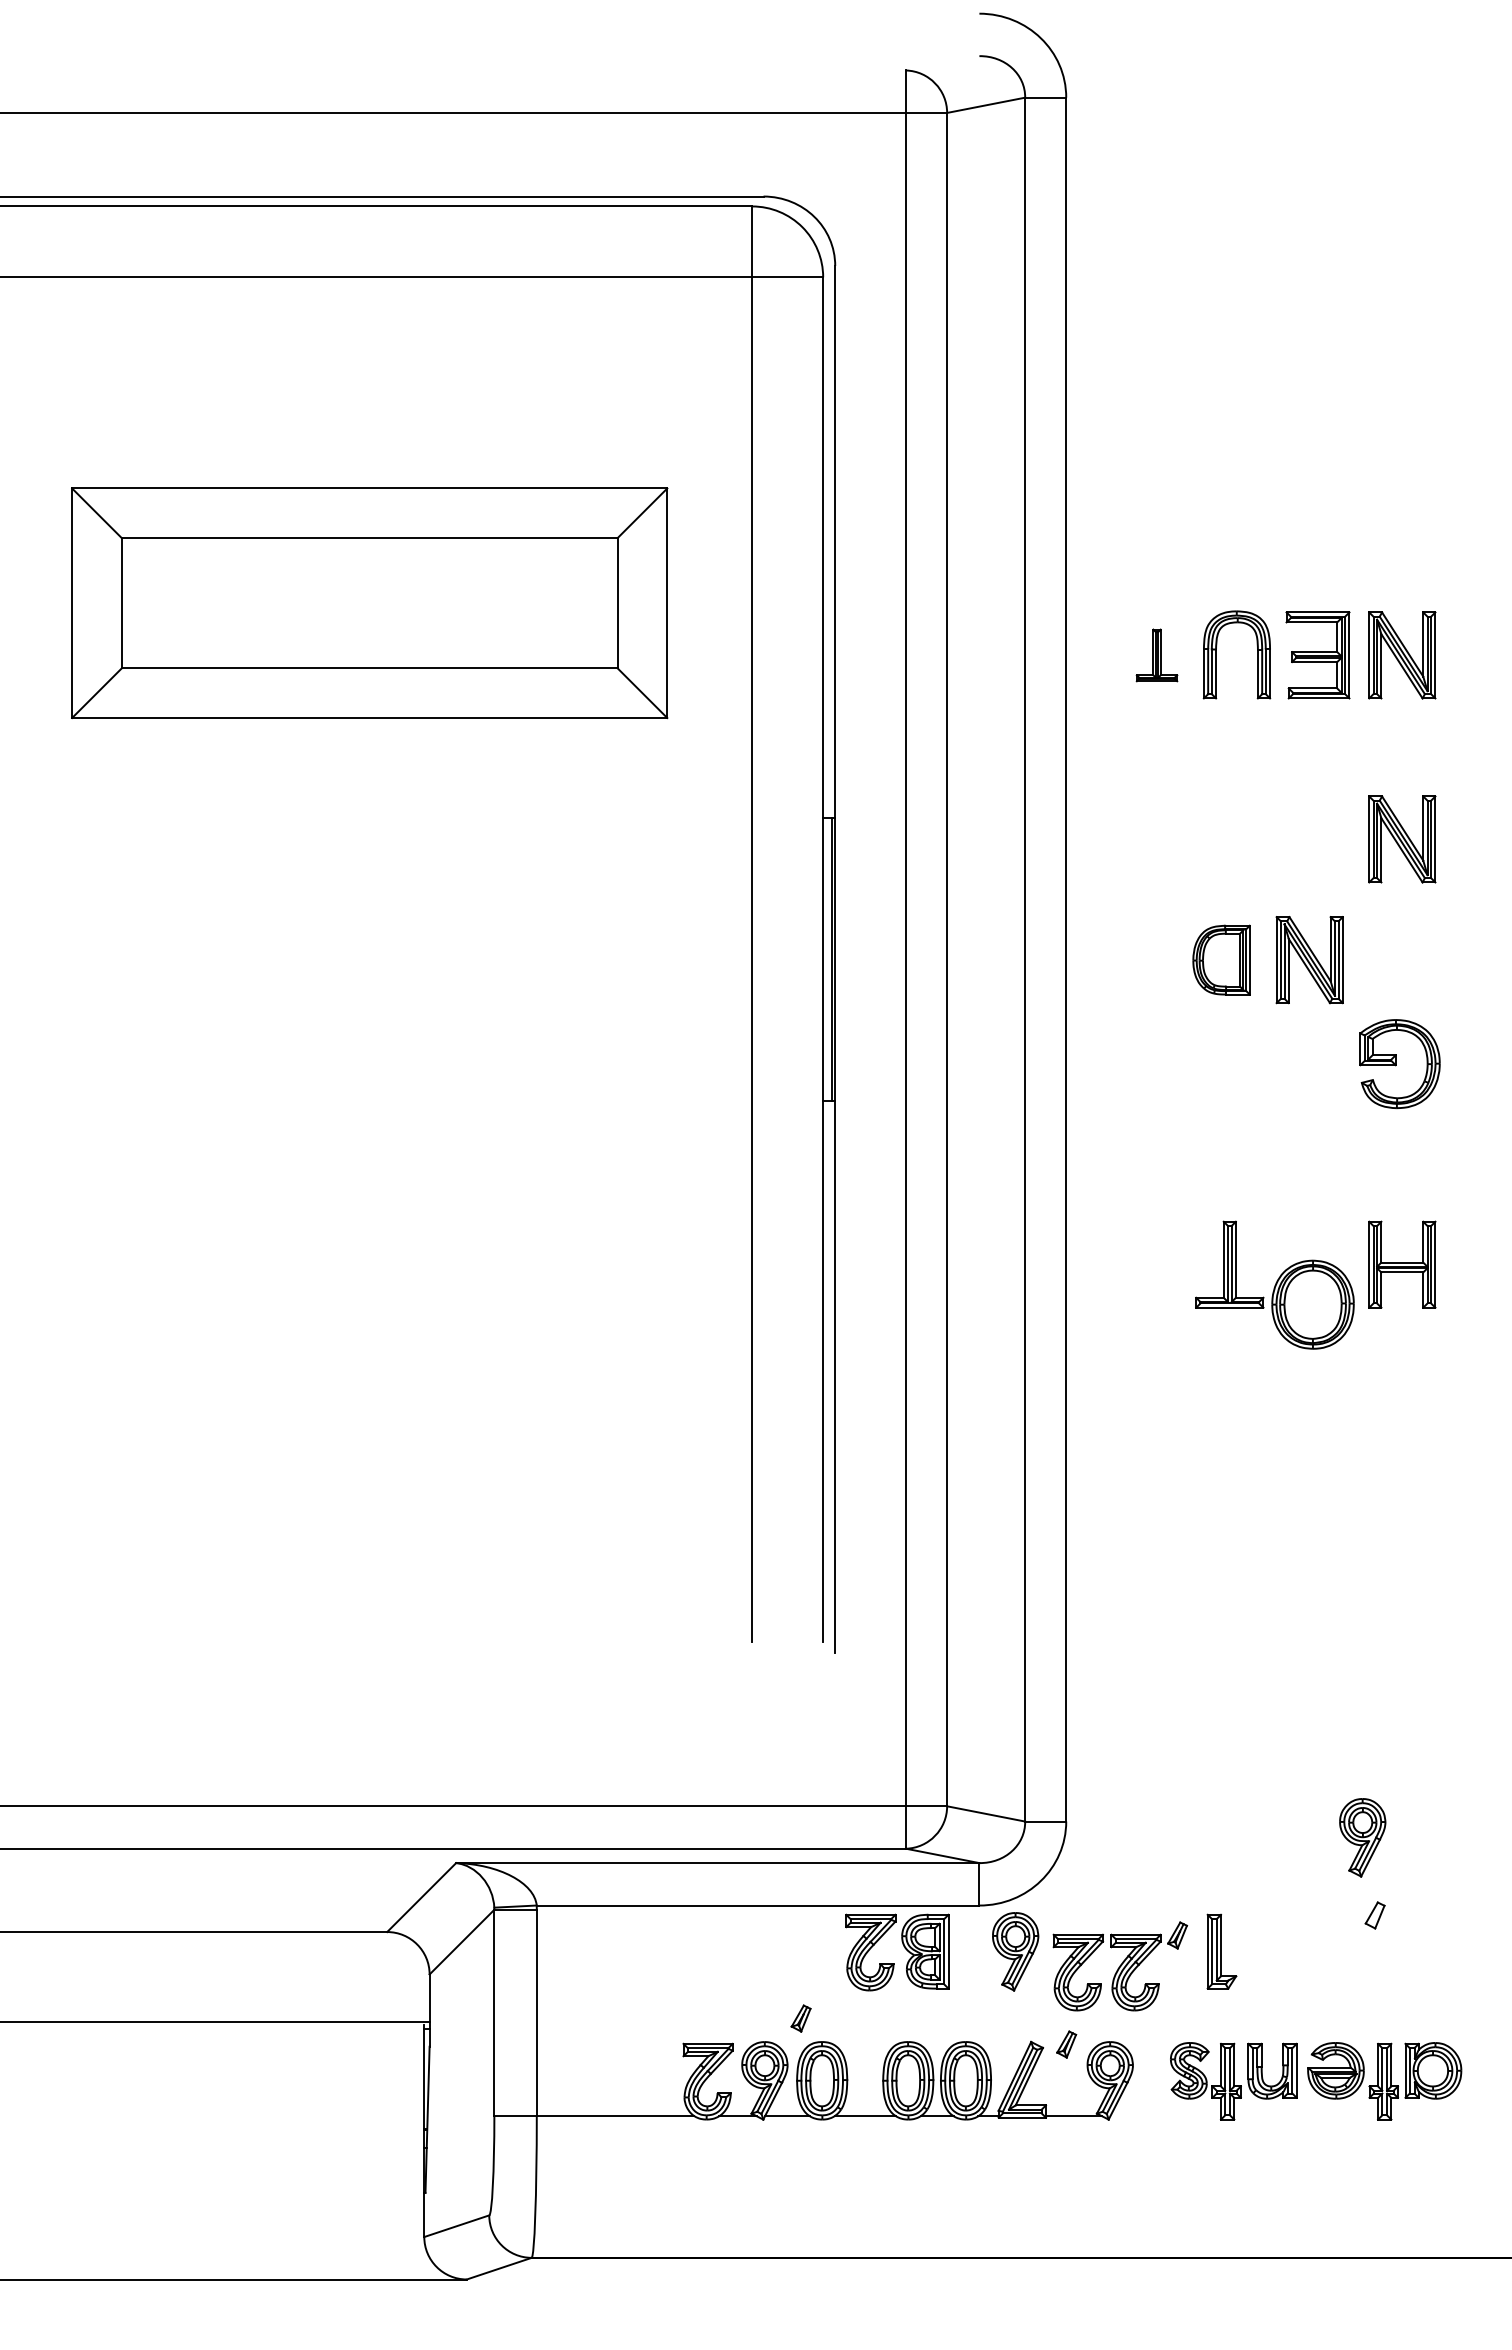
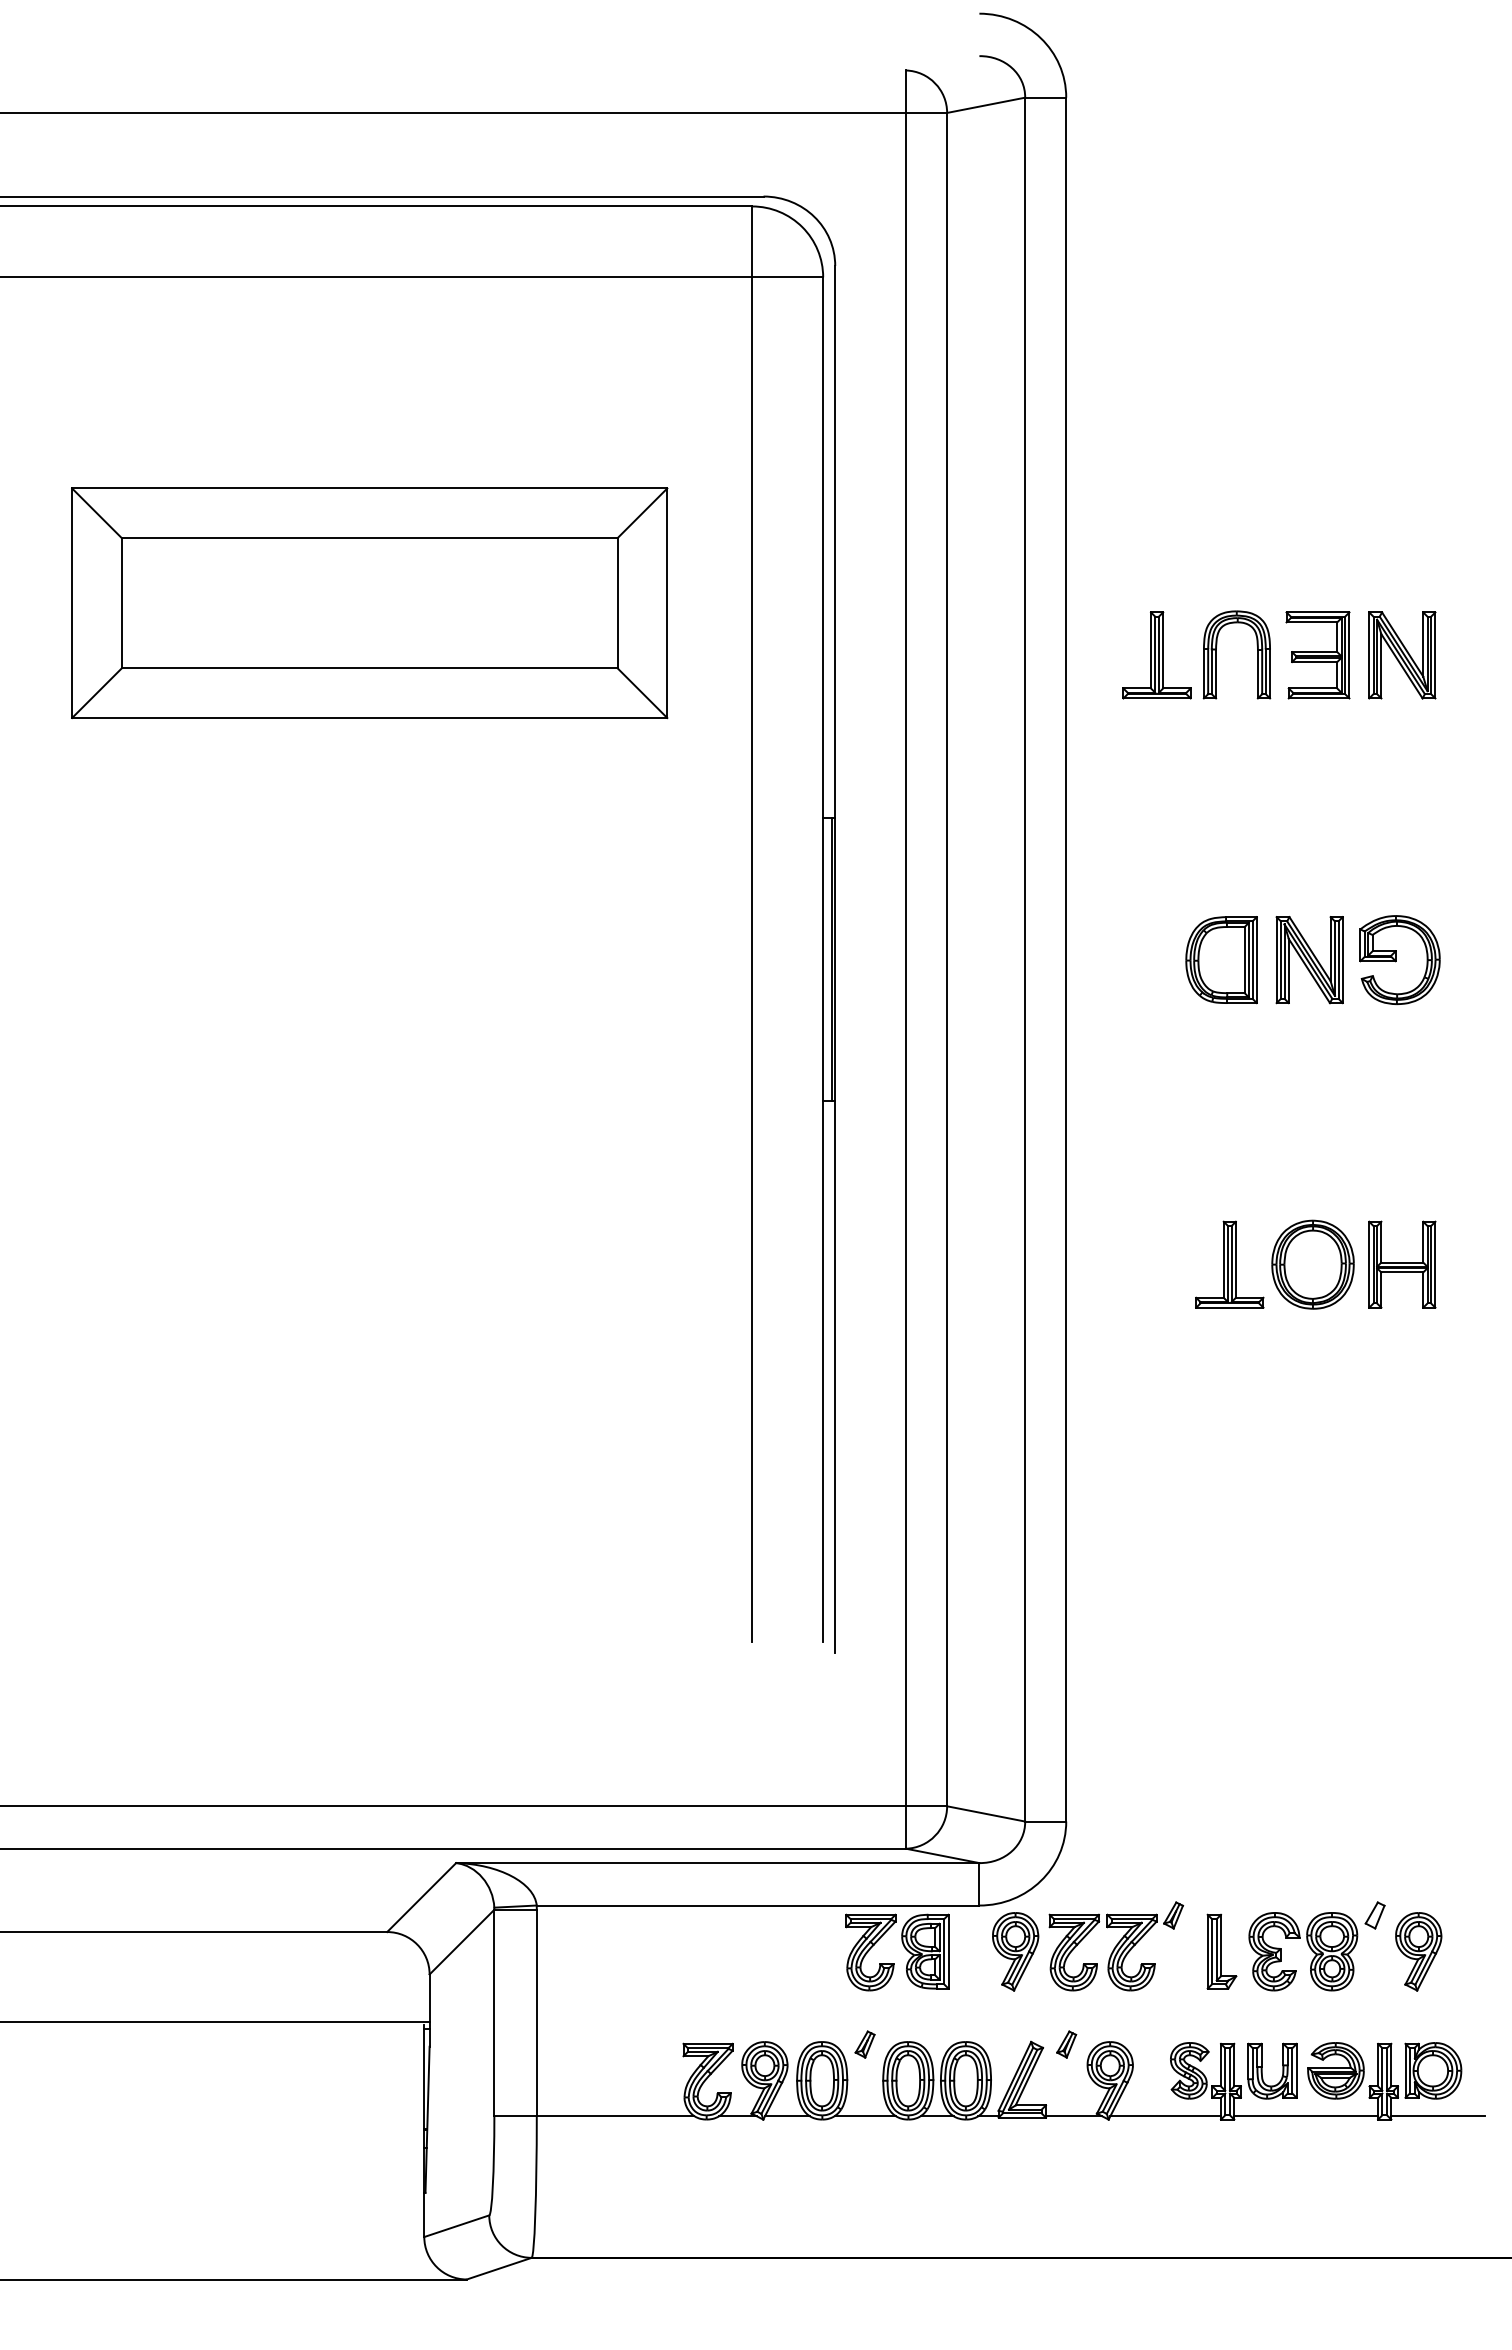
part at (1156, 655) size: 44x55 px -> 70x89 px
part at (1402, 839): present -> none
part at (1221, 959) size: 59x72 px -> 73x89 px
part at (1399, 1064) position: (1399, 1064) -> (1399, 960)
part at (1312, 1304) position: (1312, 1304) -> (1312, 1264)
part at (1362, 1837) position: (1362, 1837) -> (1418, 1951)
part at (1309, 1948): none -> present
part at (1120, 1966) position: (1120, 1966) -> (1116, 1946)
part at (800, 2018) position: (800, 2018) -> (864, 2044)
line at (1165, 2116): none -> present
line at (1306, 2116): none -> present
line at (1438, 2116): none -> present
